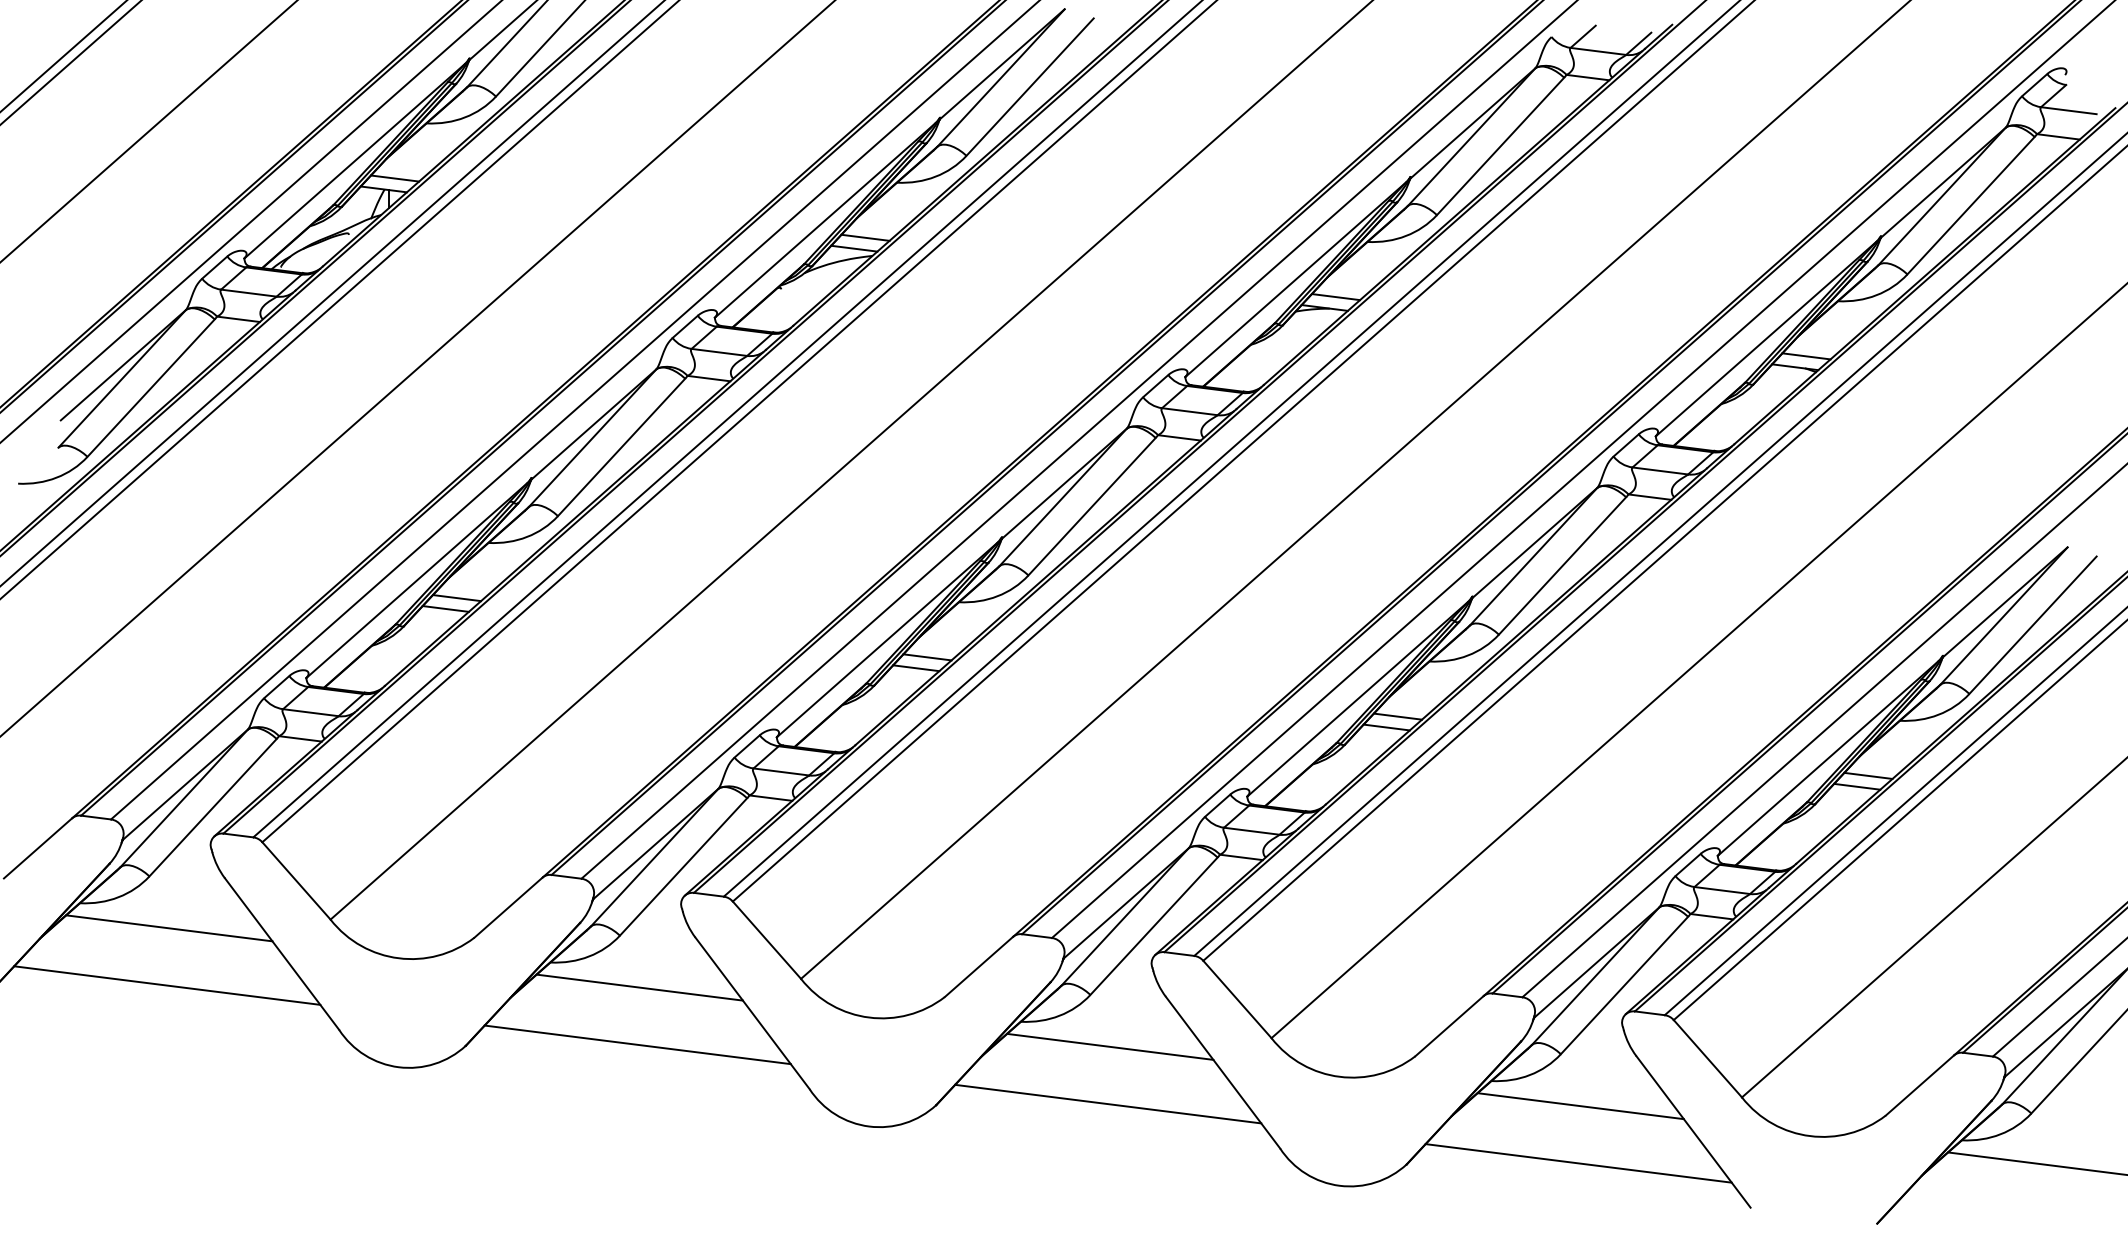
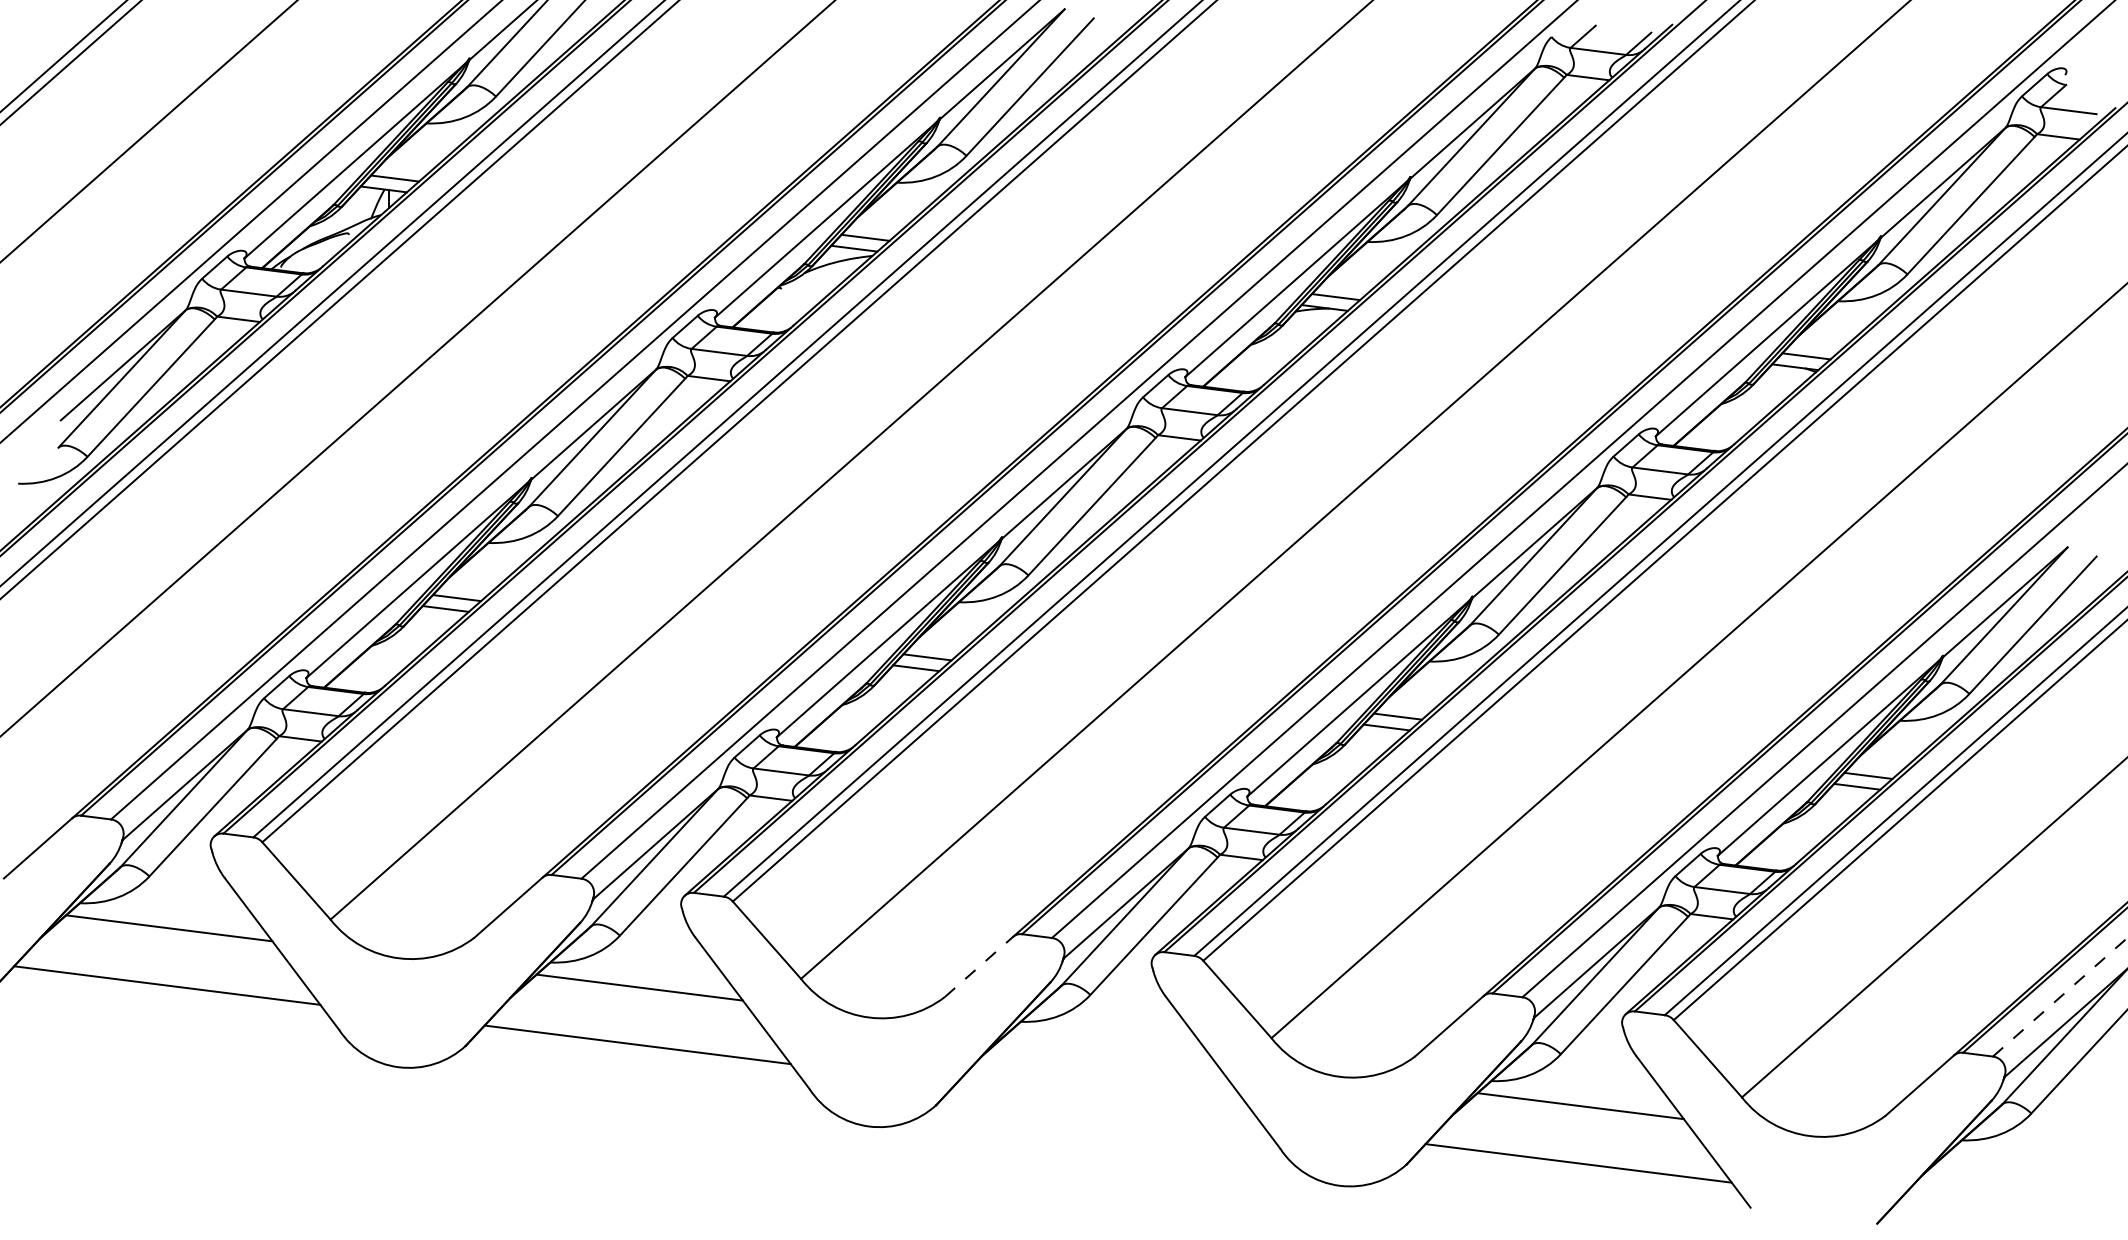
line at (979, 966): solid -> dashed
line at (2060, 997): solid -> dashed
line at (1110, 1046): present -> none
line at (1108, 1103): present -> none
line at (2036, 1163): present -> none
